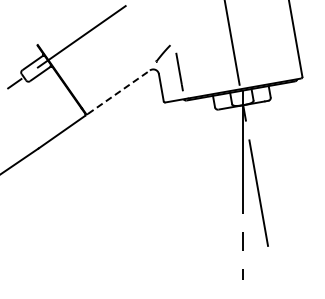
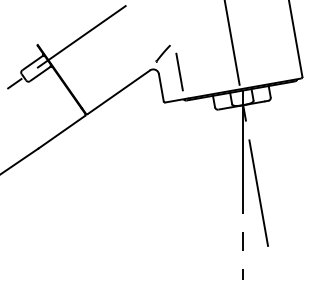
line at (118, 92): dashed -> solid
